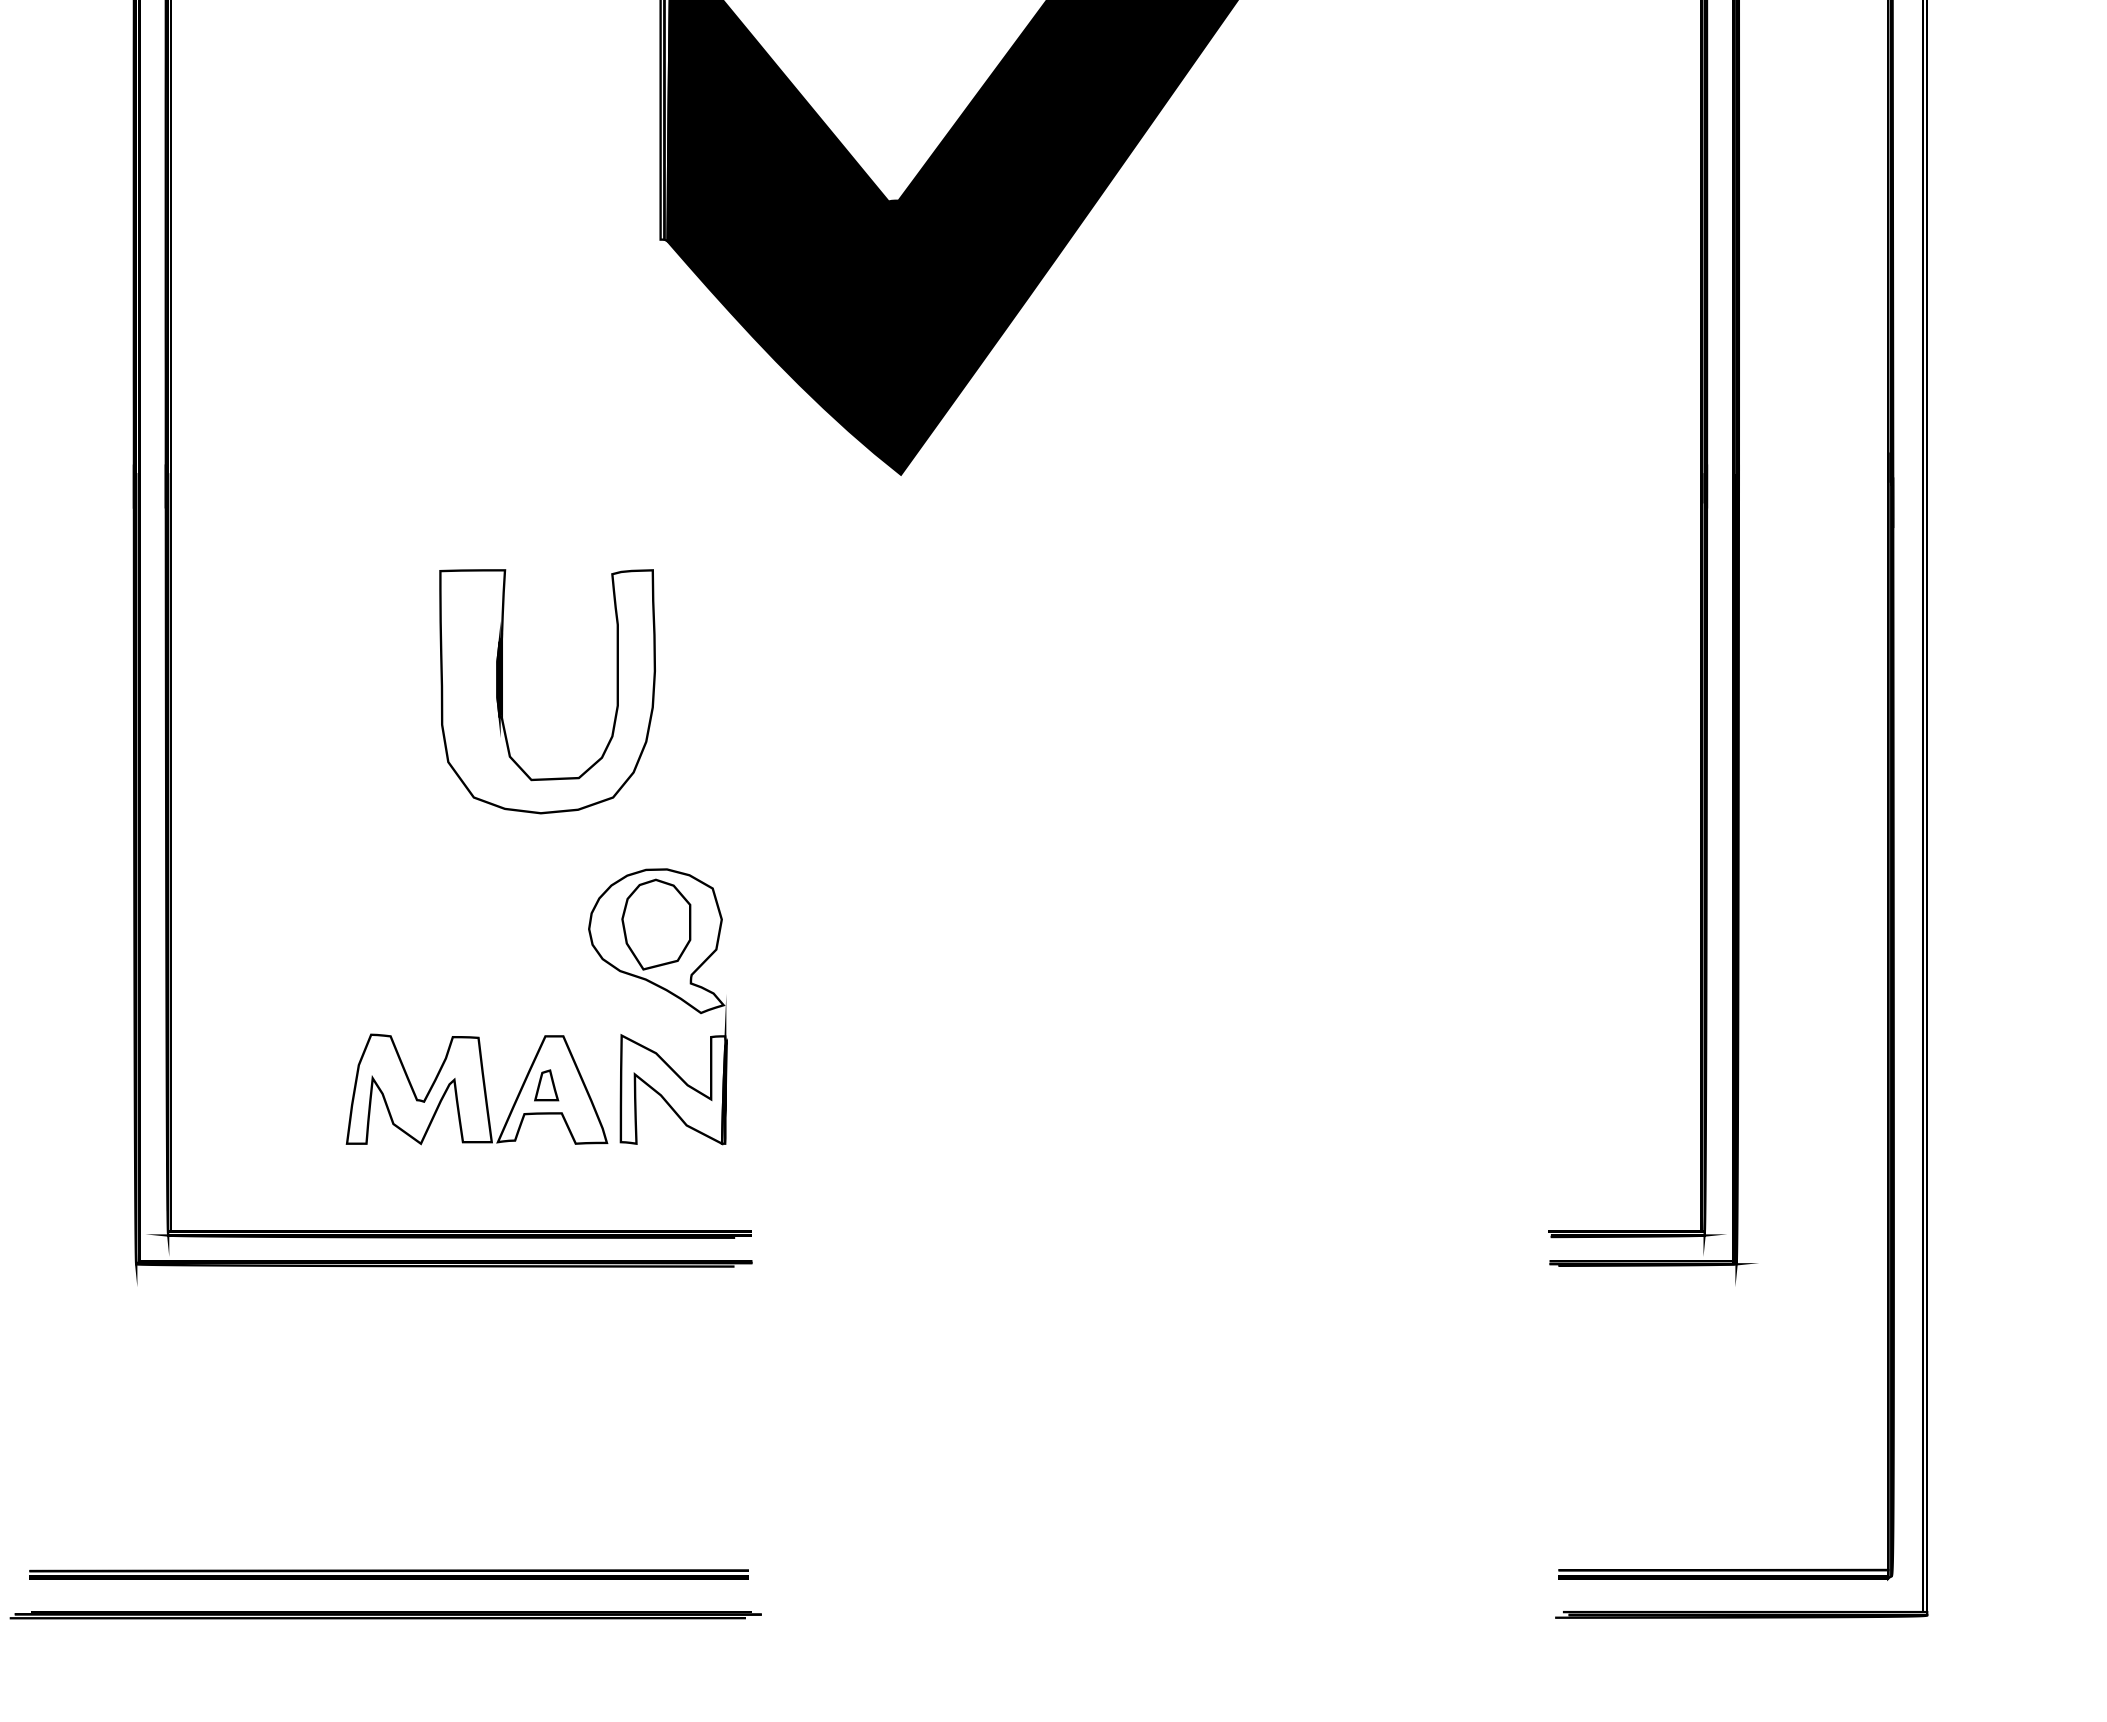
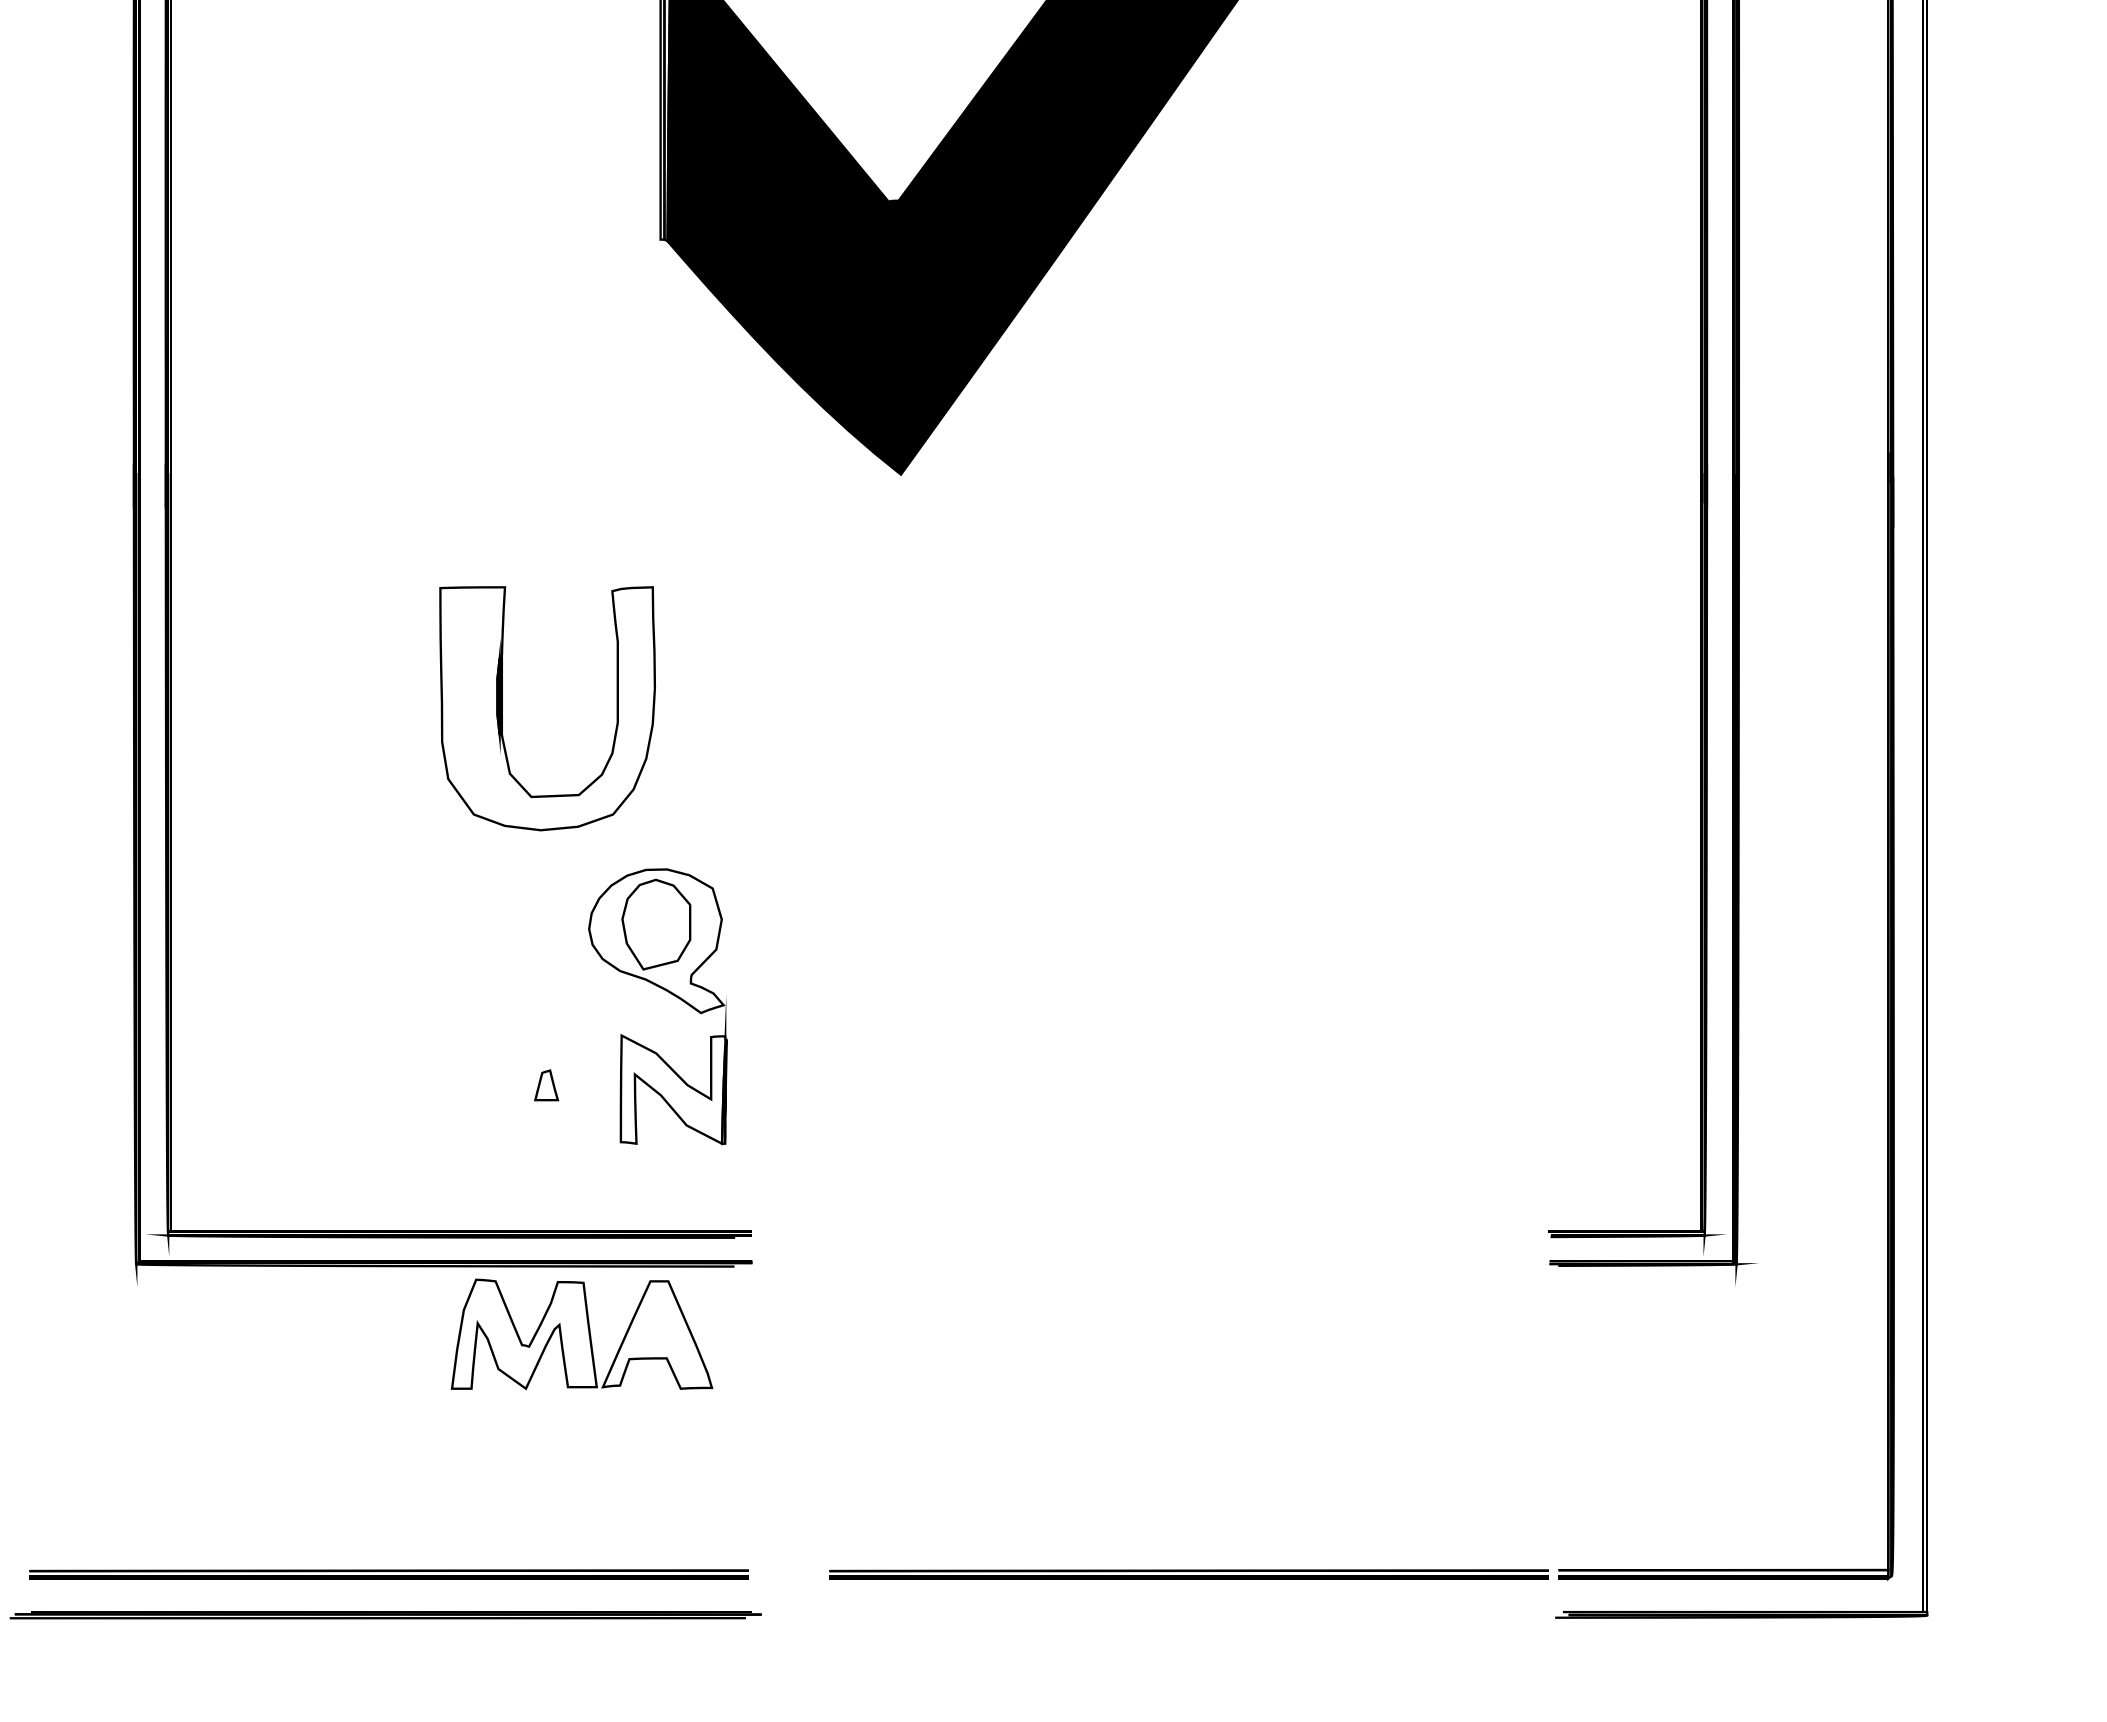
part at (502, 691) position: (502, 691) -> (502, 708)
part at (476, 1089) position: (476, 1089) -> (581, 1334)
part at (1188, 1574): none -> present
